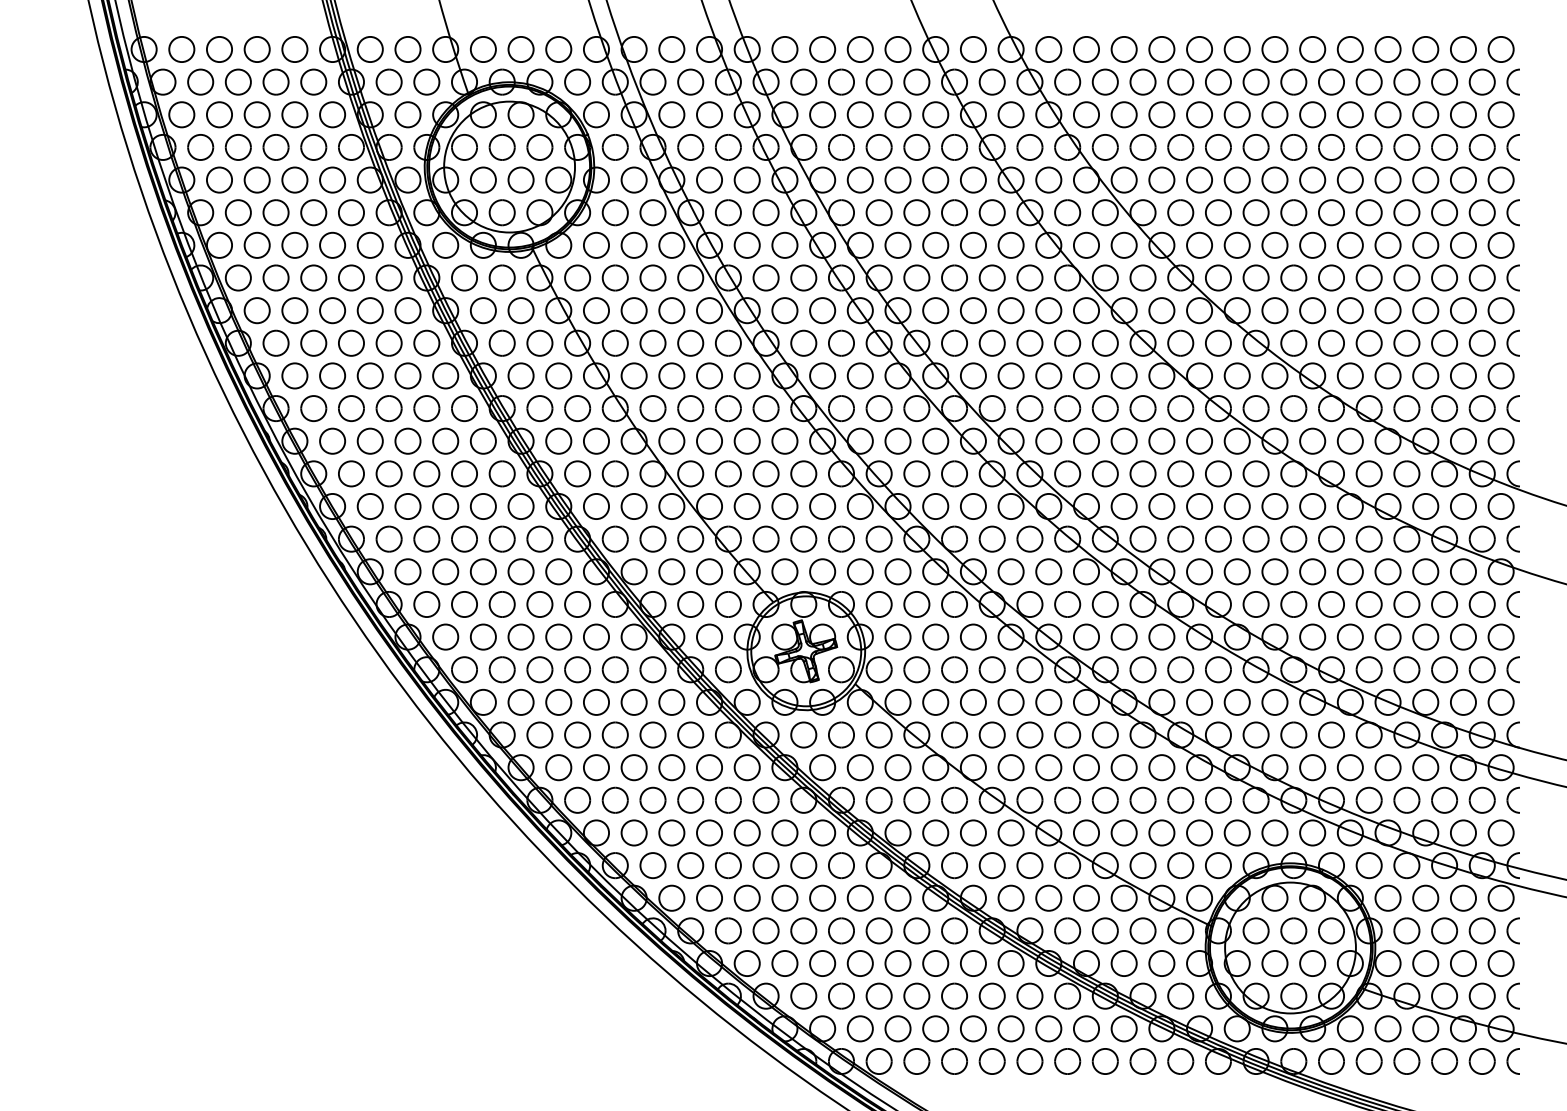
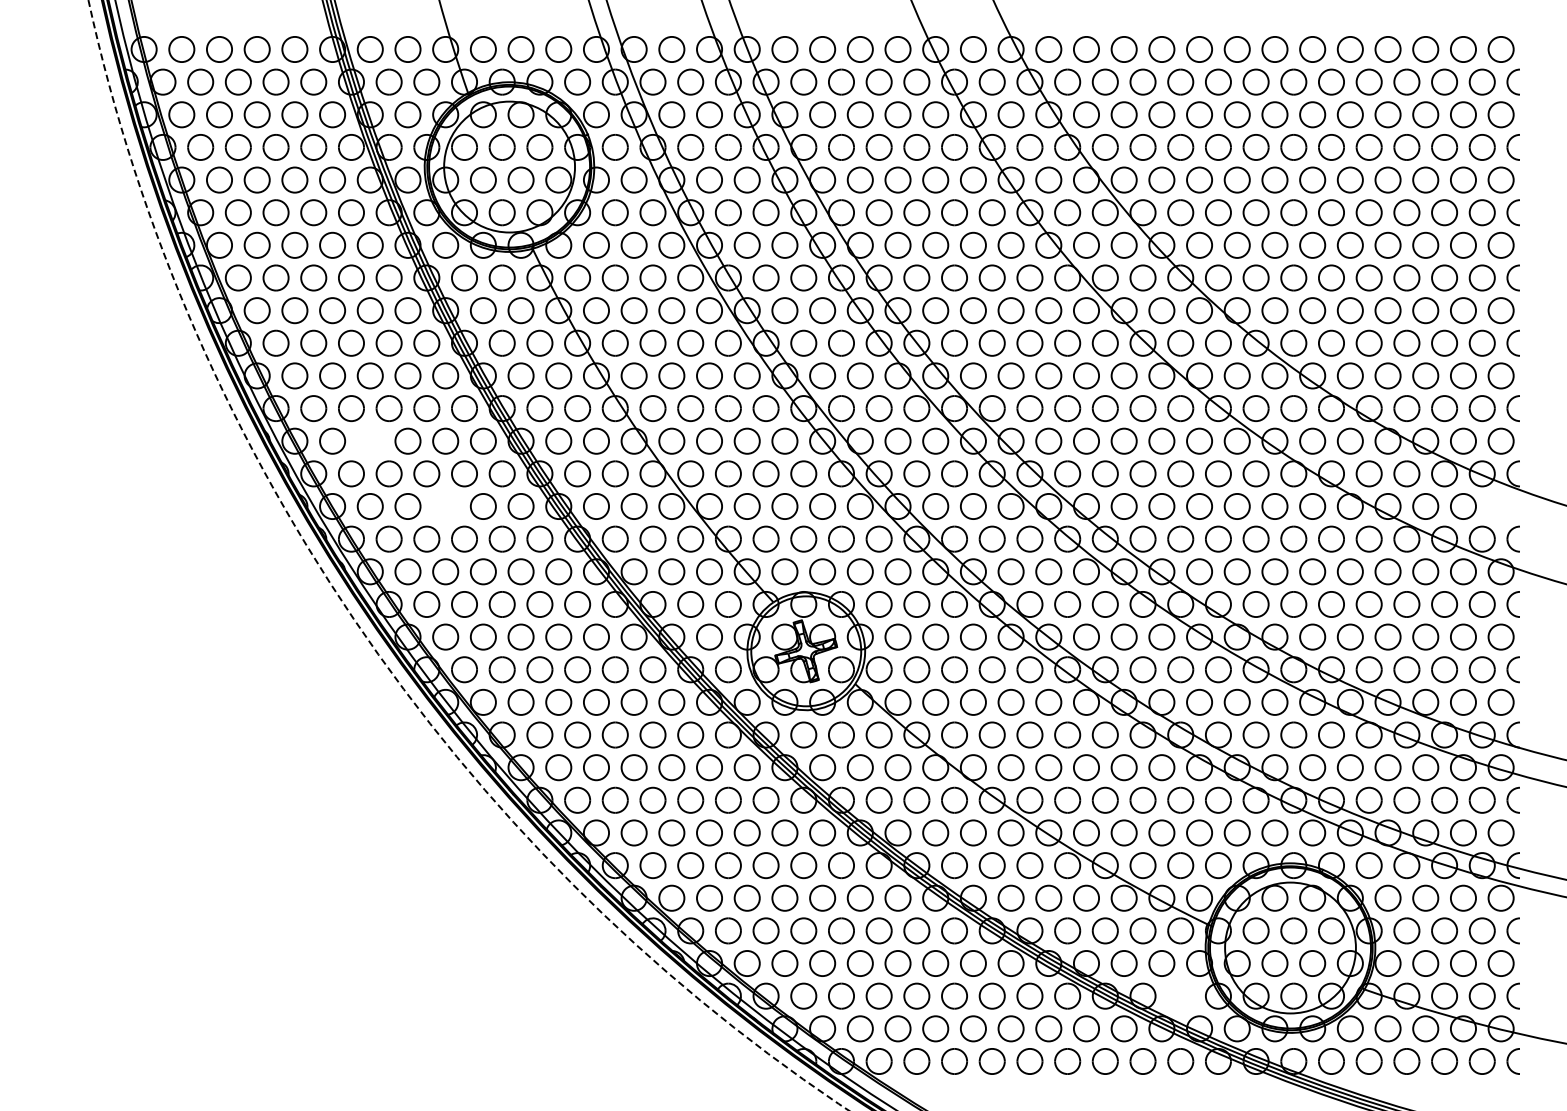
circle at (369, 440): present -> none
circle at (445, 506): present -> none
circle at (1500, 506): present -> none
circle at (468, 555): solid -> dashed
part at (1180, 995): present -> none
